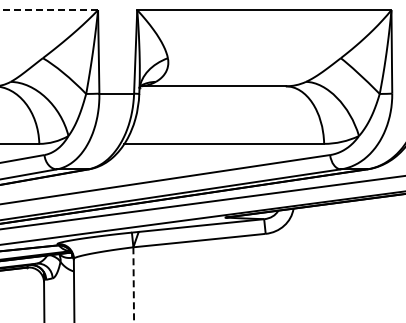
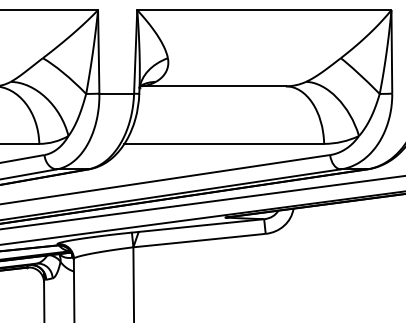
line at (49, 10): dashed -> solid
line at (133, 285): dashed -> solid
